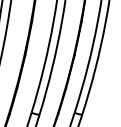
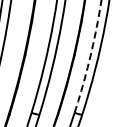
arc at (90, 56): solid -> dashed
